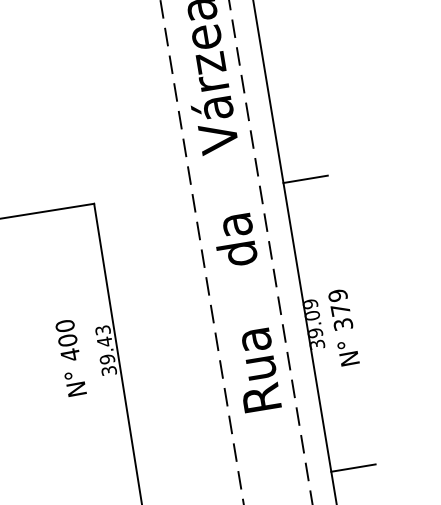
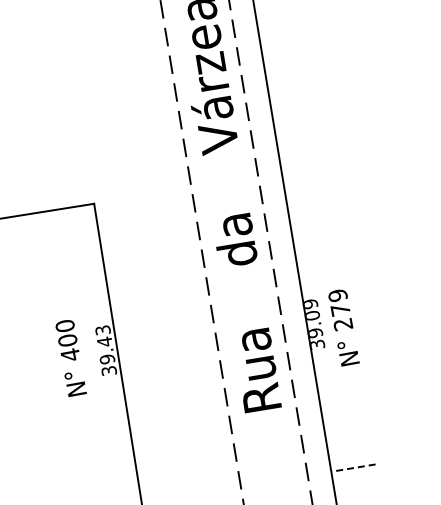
line at (305, 179): present -> none
text at (343, 324): 379 -> 279
line at (352, 468): solid -> dashed
